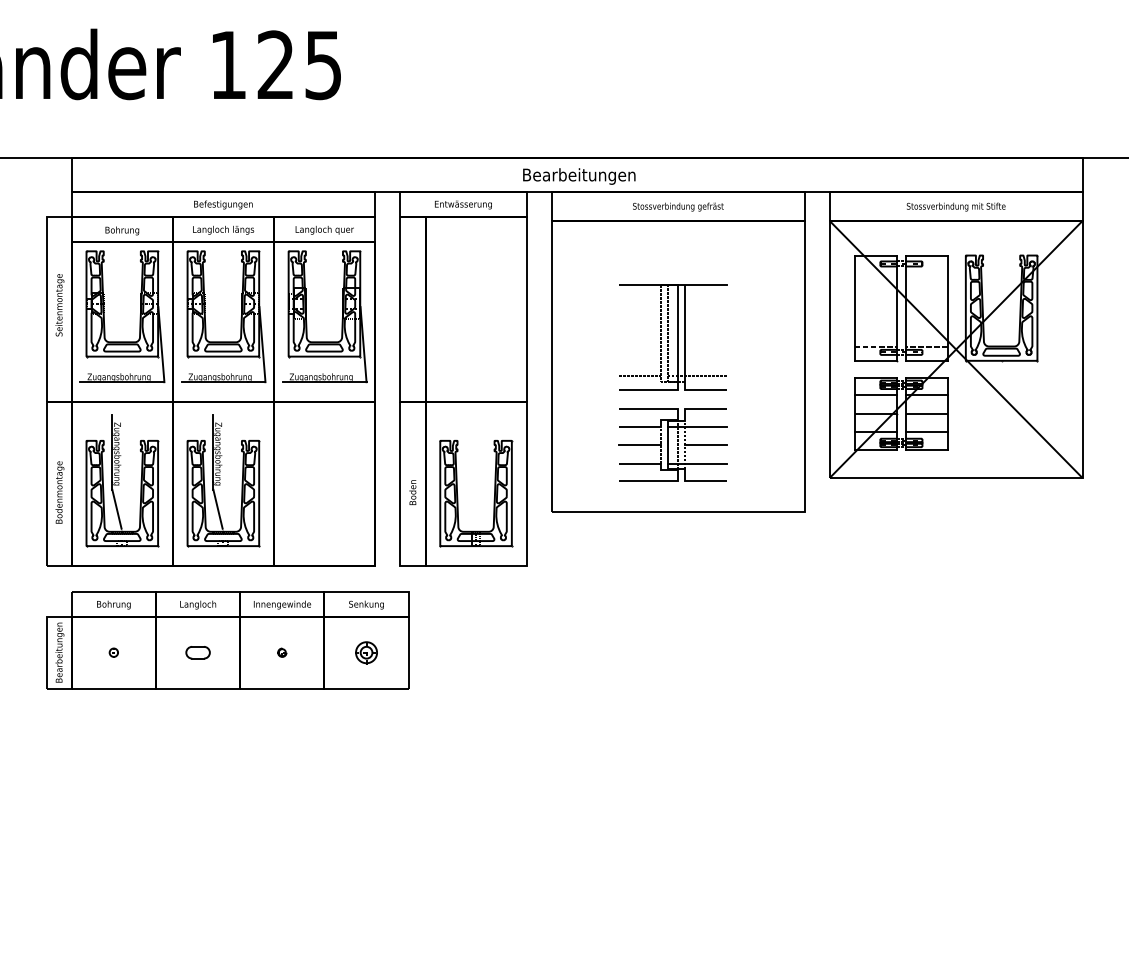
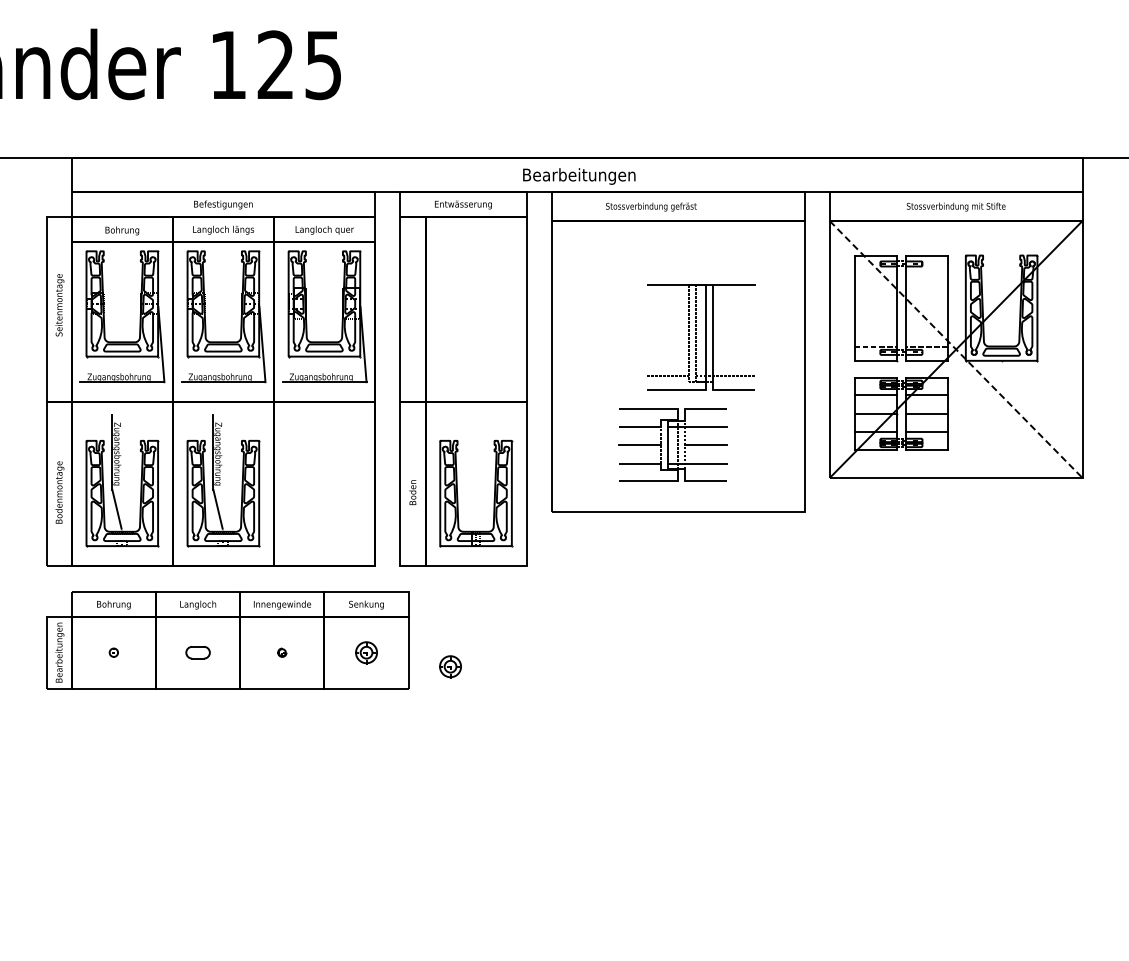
text at (678, 206) position: (678, 206) -> (651, 206)
part at (673, 337) position: (673, 337) -> (701, 337)
line at (956, 349): solid -> dashed
part at (450, 666): none -> present
